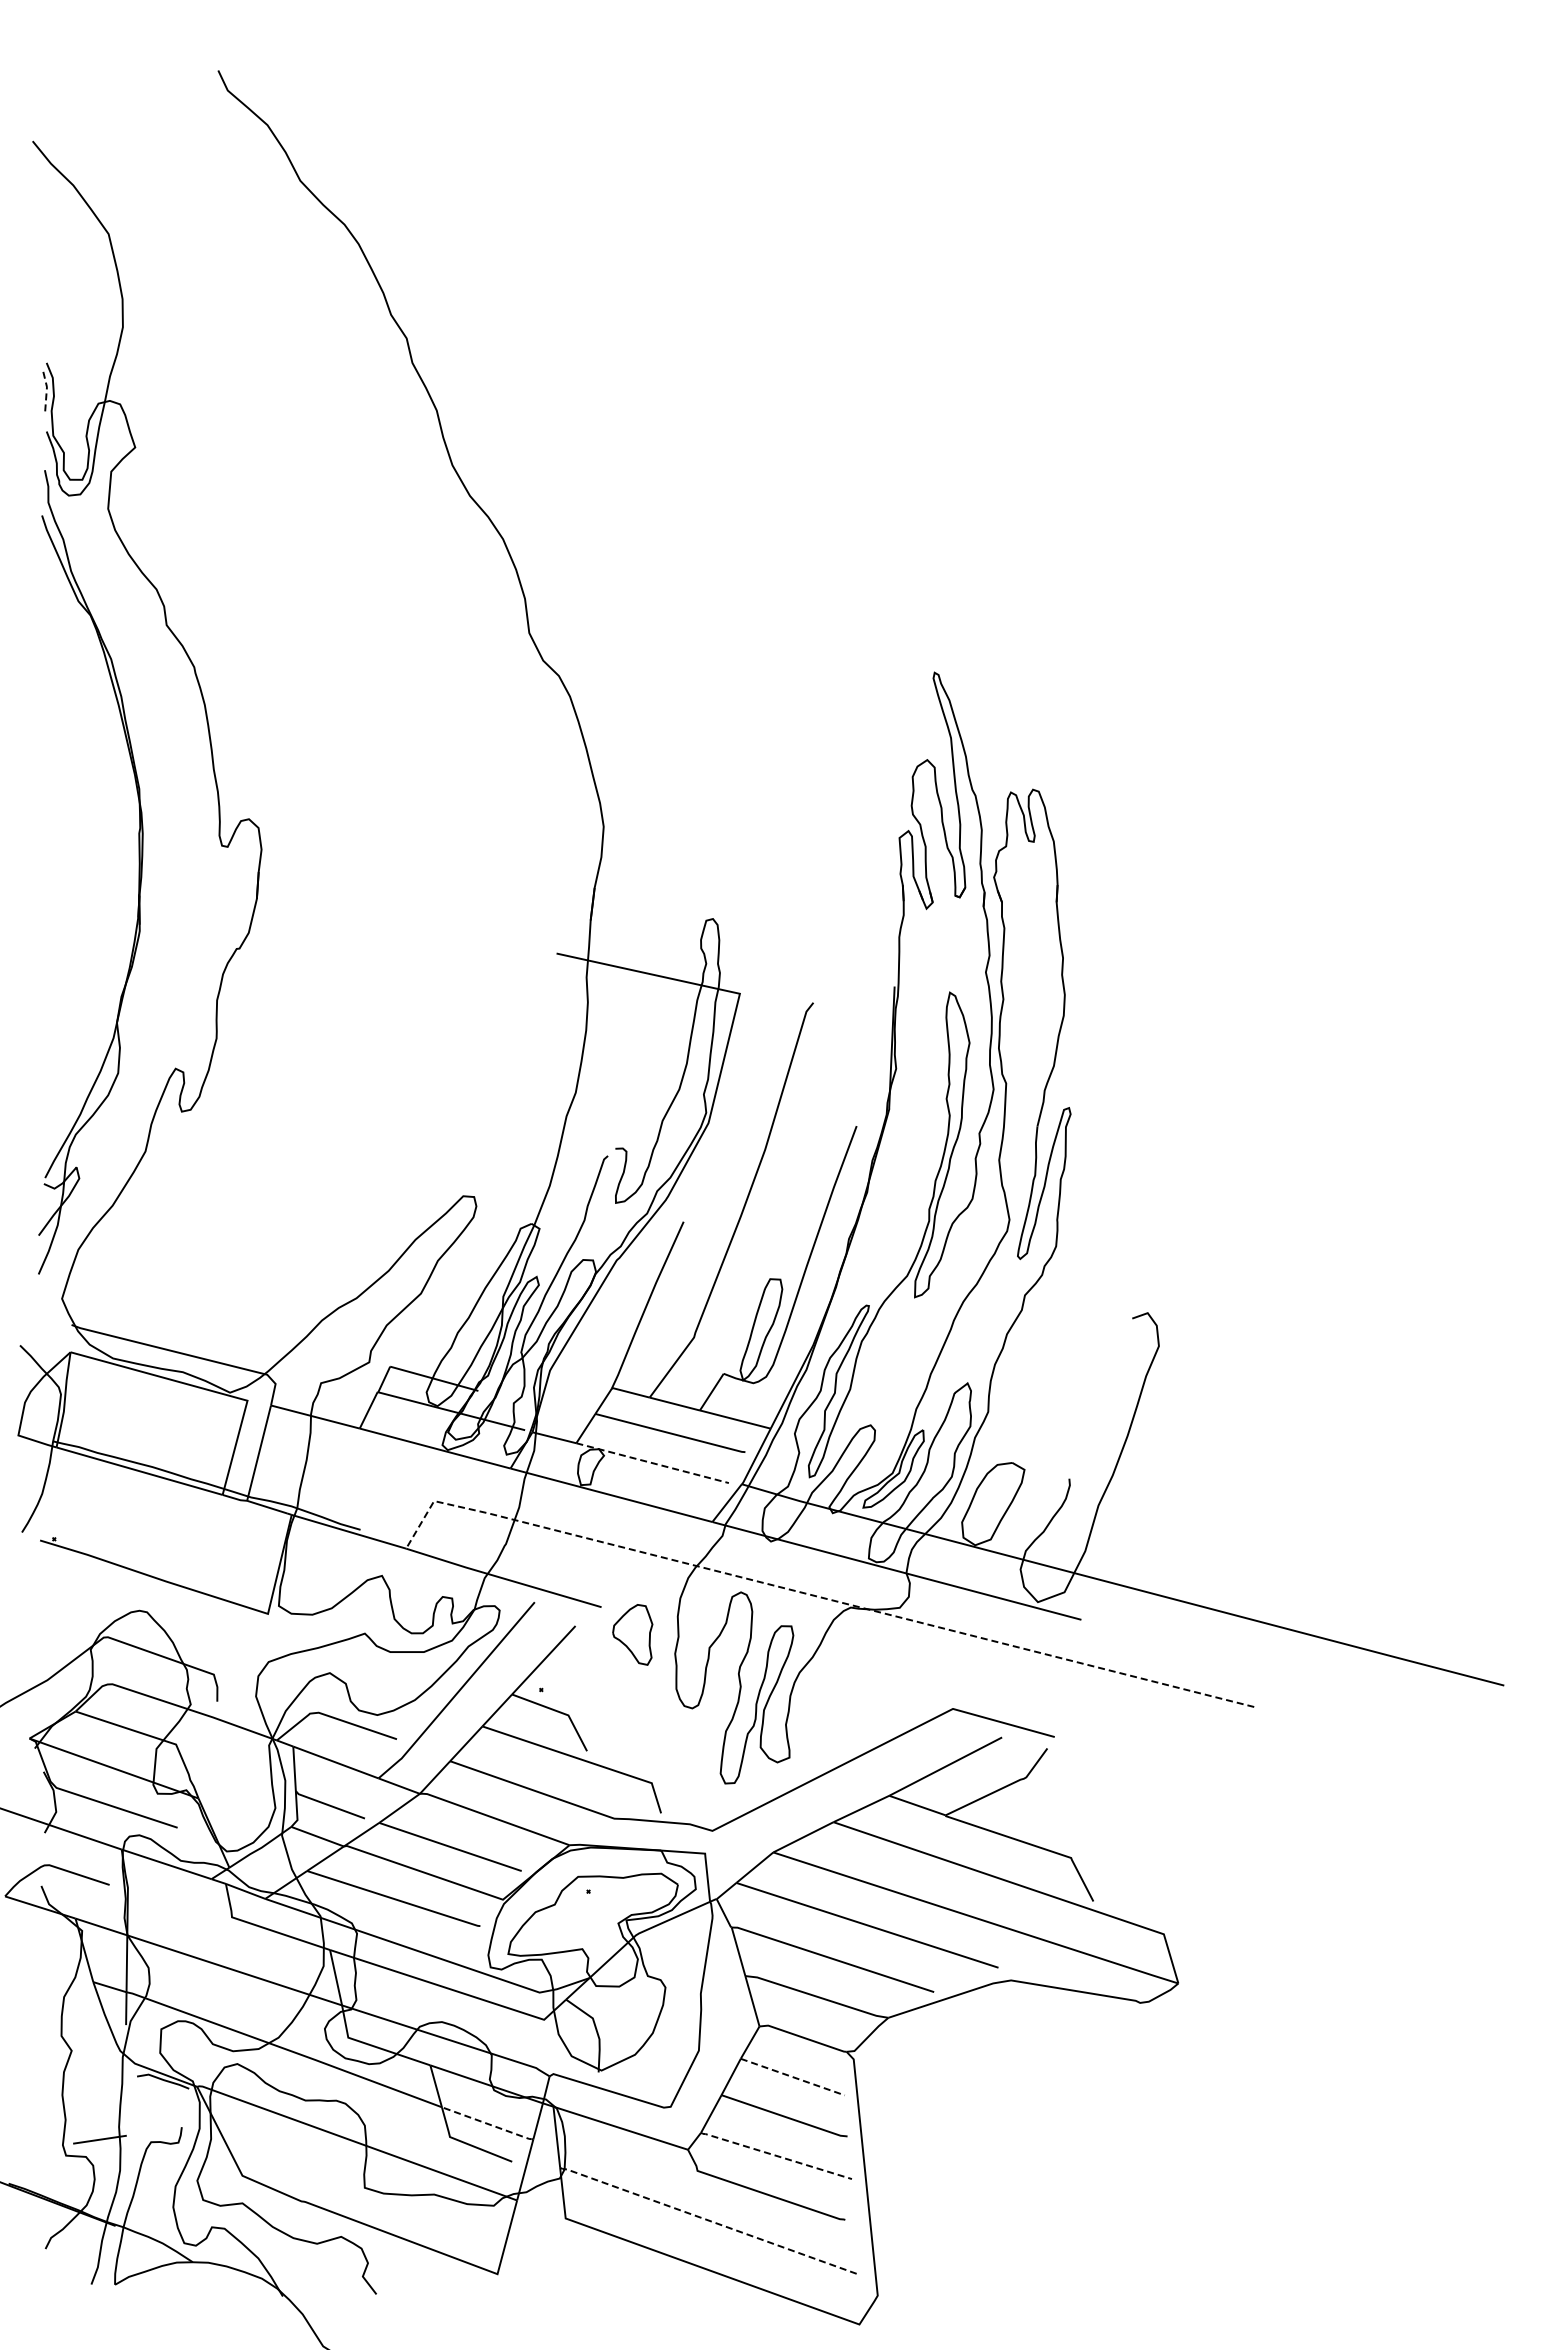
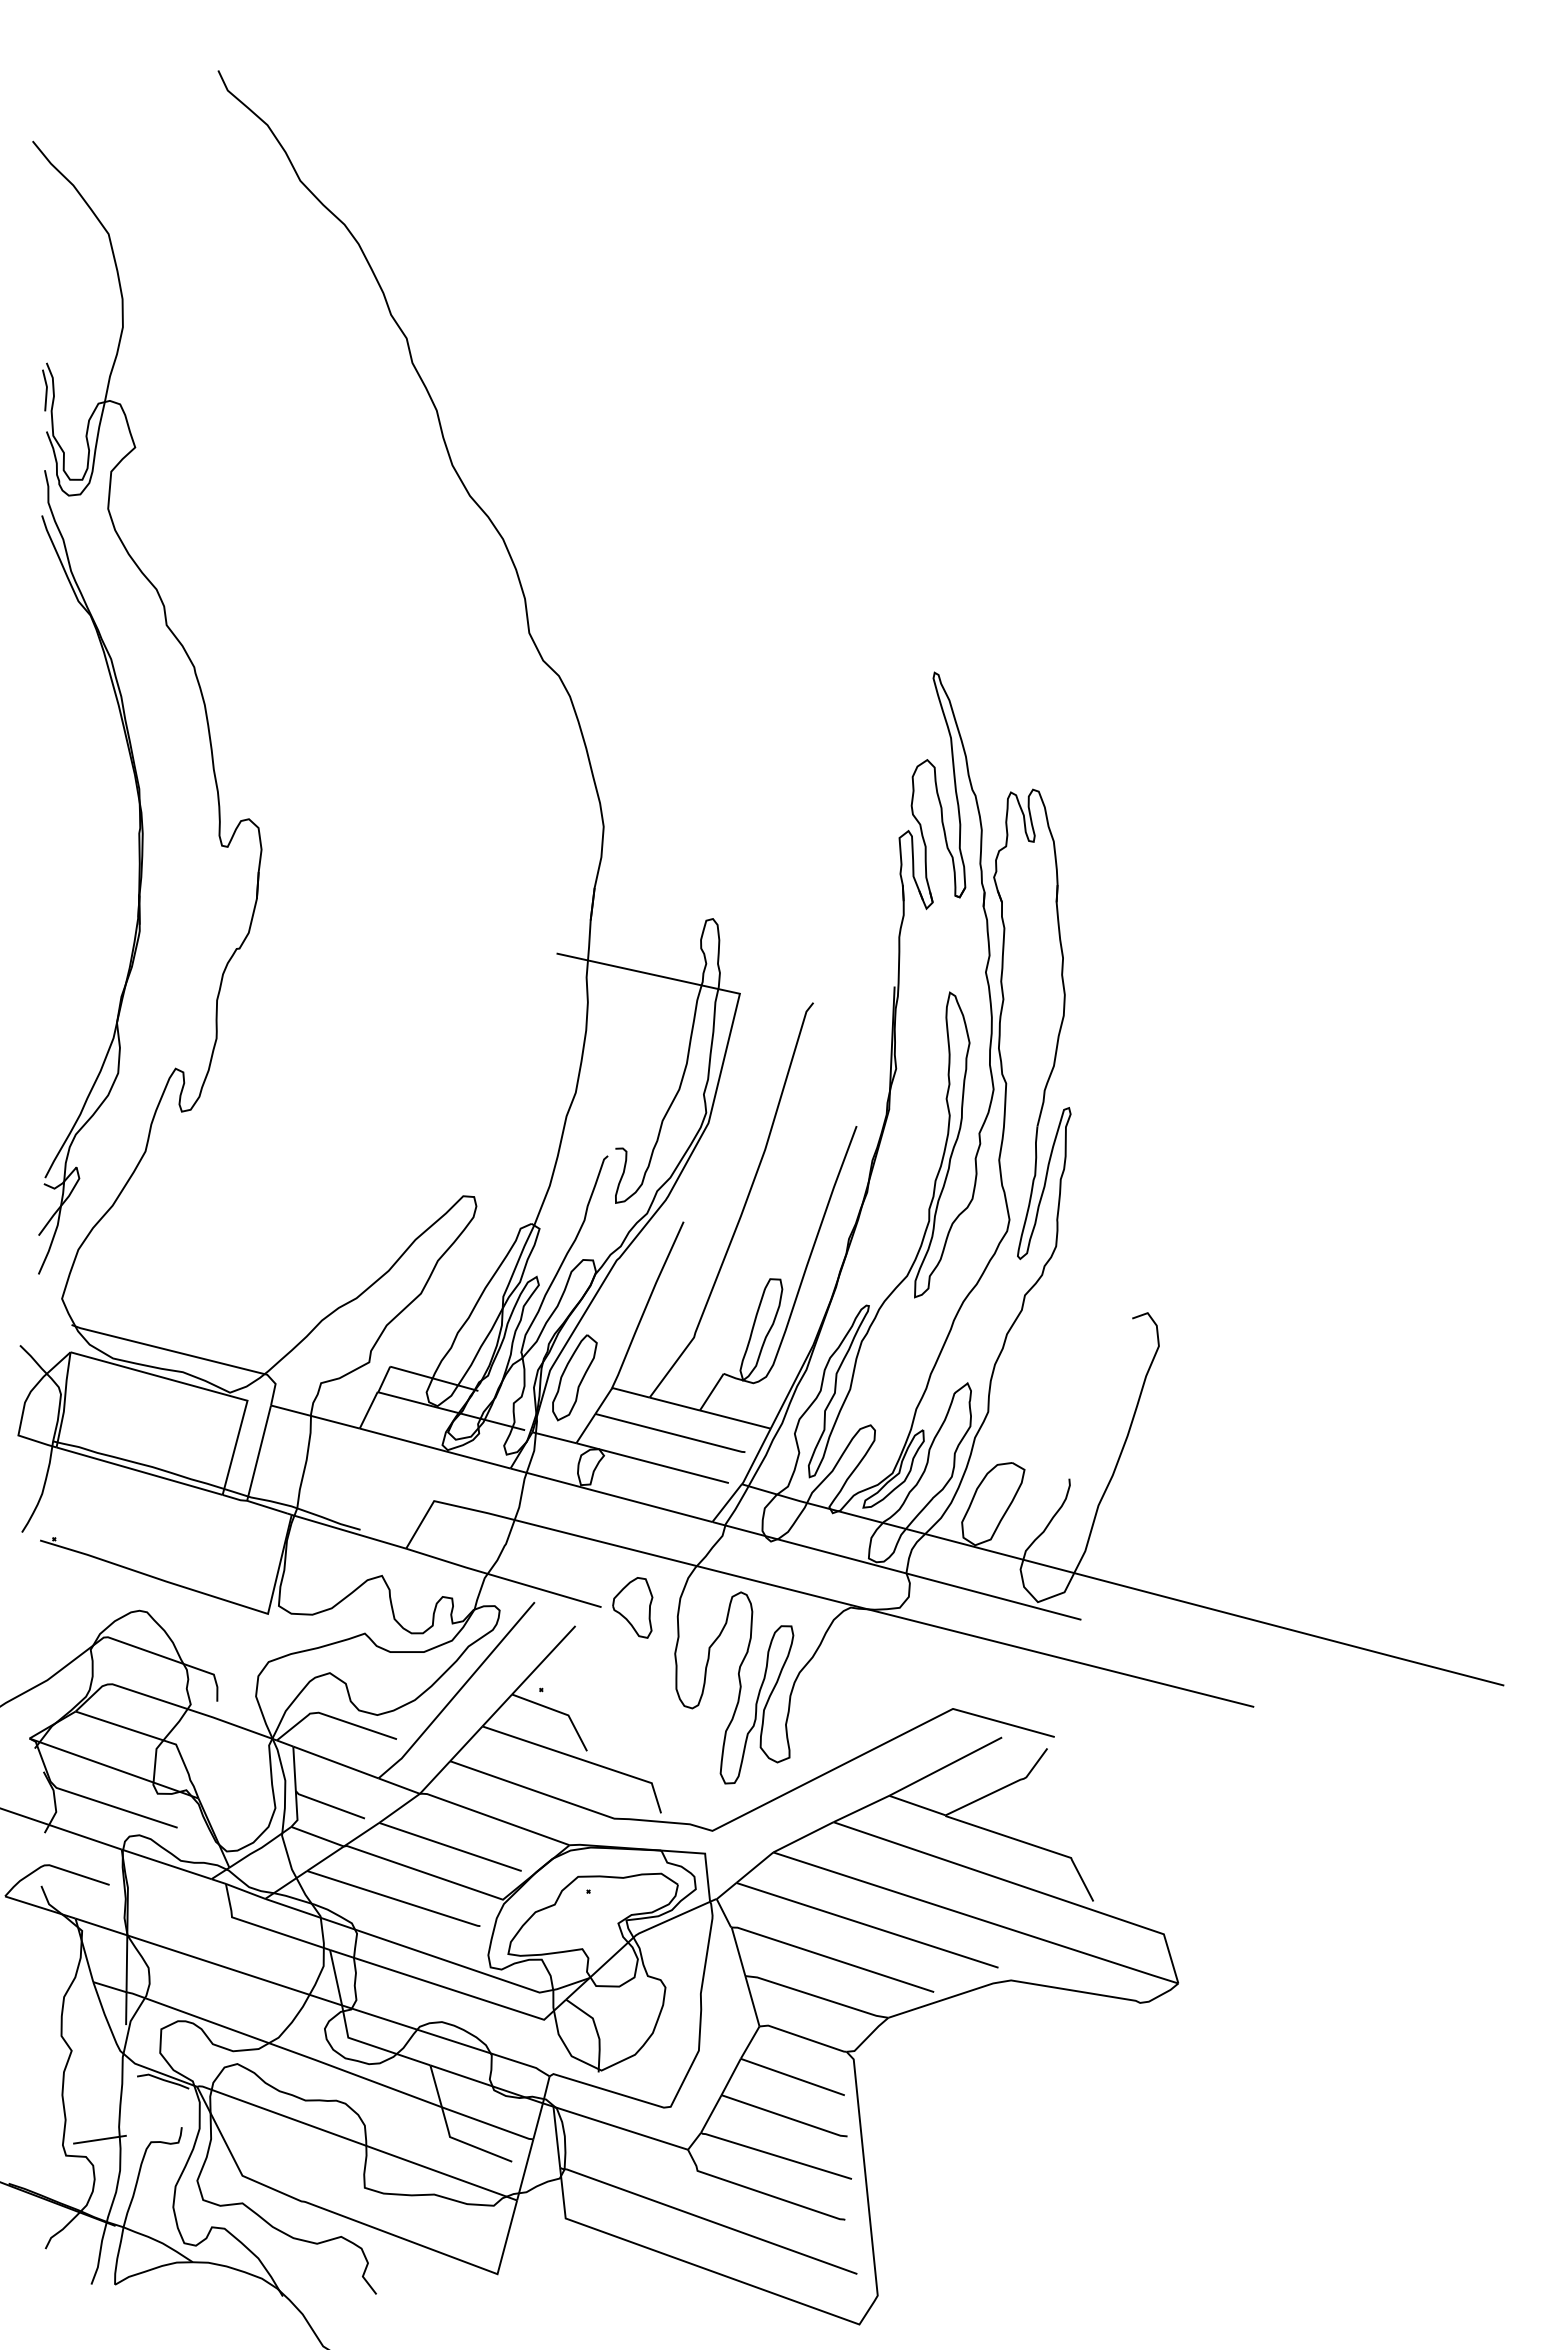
line at (46, 389): dashed -> solid
part at (574, 1377): none -> present
line at (652, 1463): dashed -> solid
line at (815, 1596): dashed -> solid
part at (632, 1634) position: (632, 1634) -> (632, 1607)
line at (793, 2077): dashed -> solid
line at (488, 2124): dashed -> solid
line at (775, 2155): dashed -> solid
line at (707, 2220): dashed -> solid
